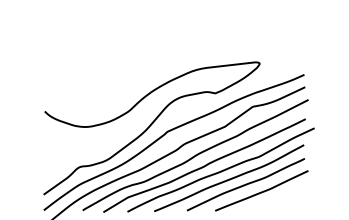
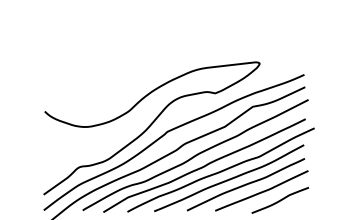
curve at (280, 200): none -> present
